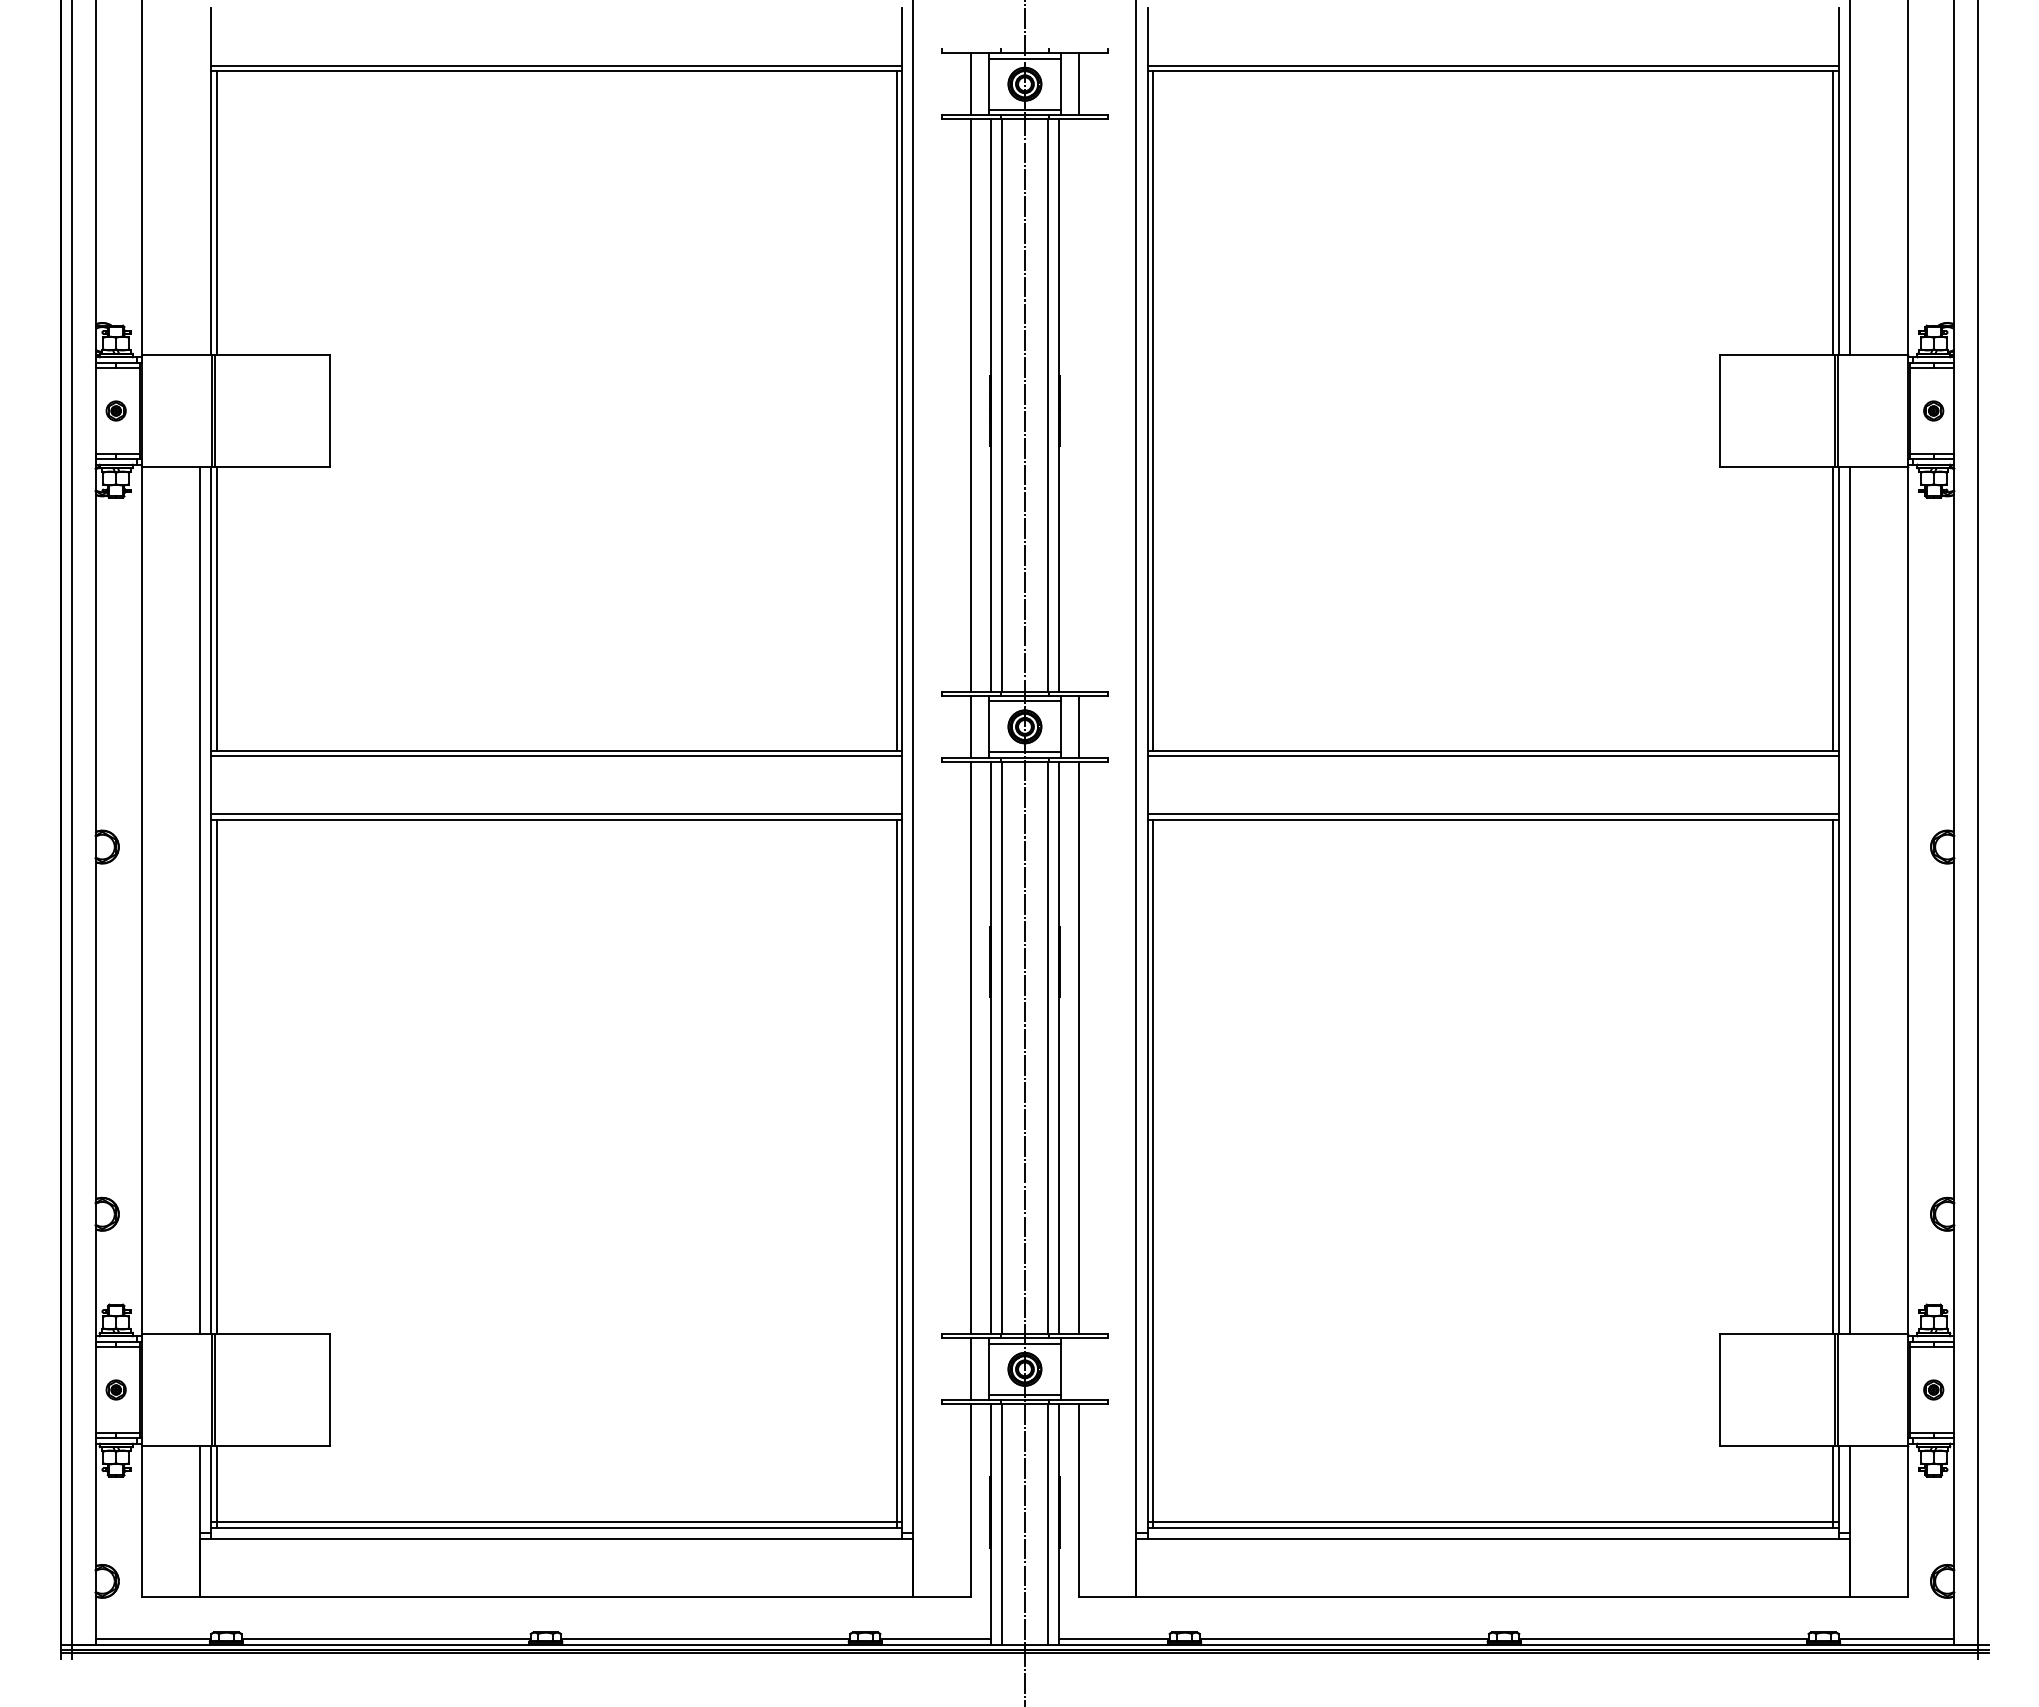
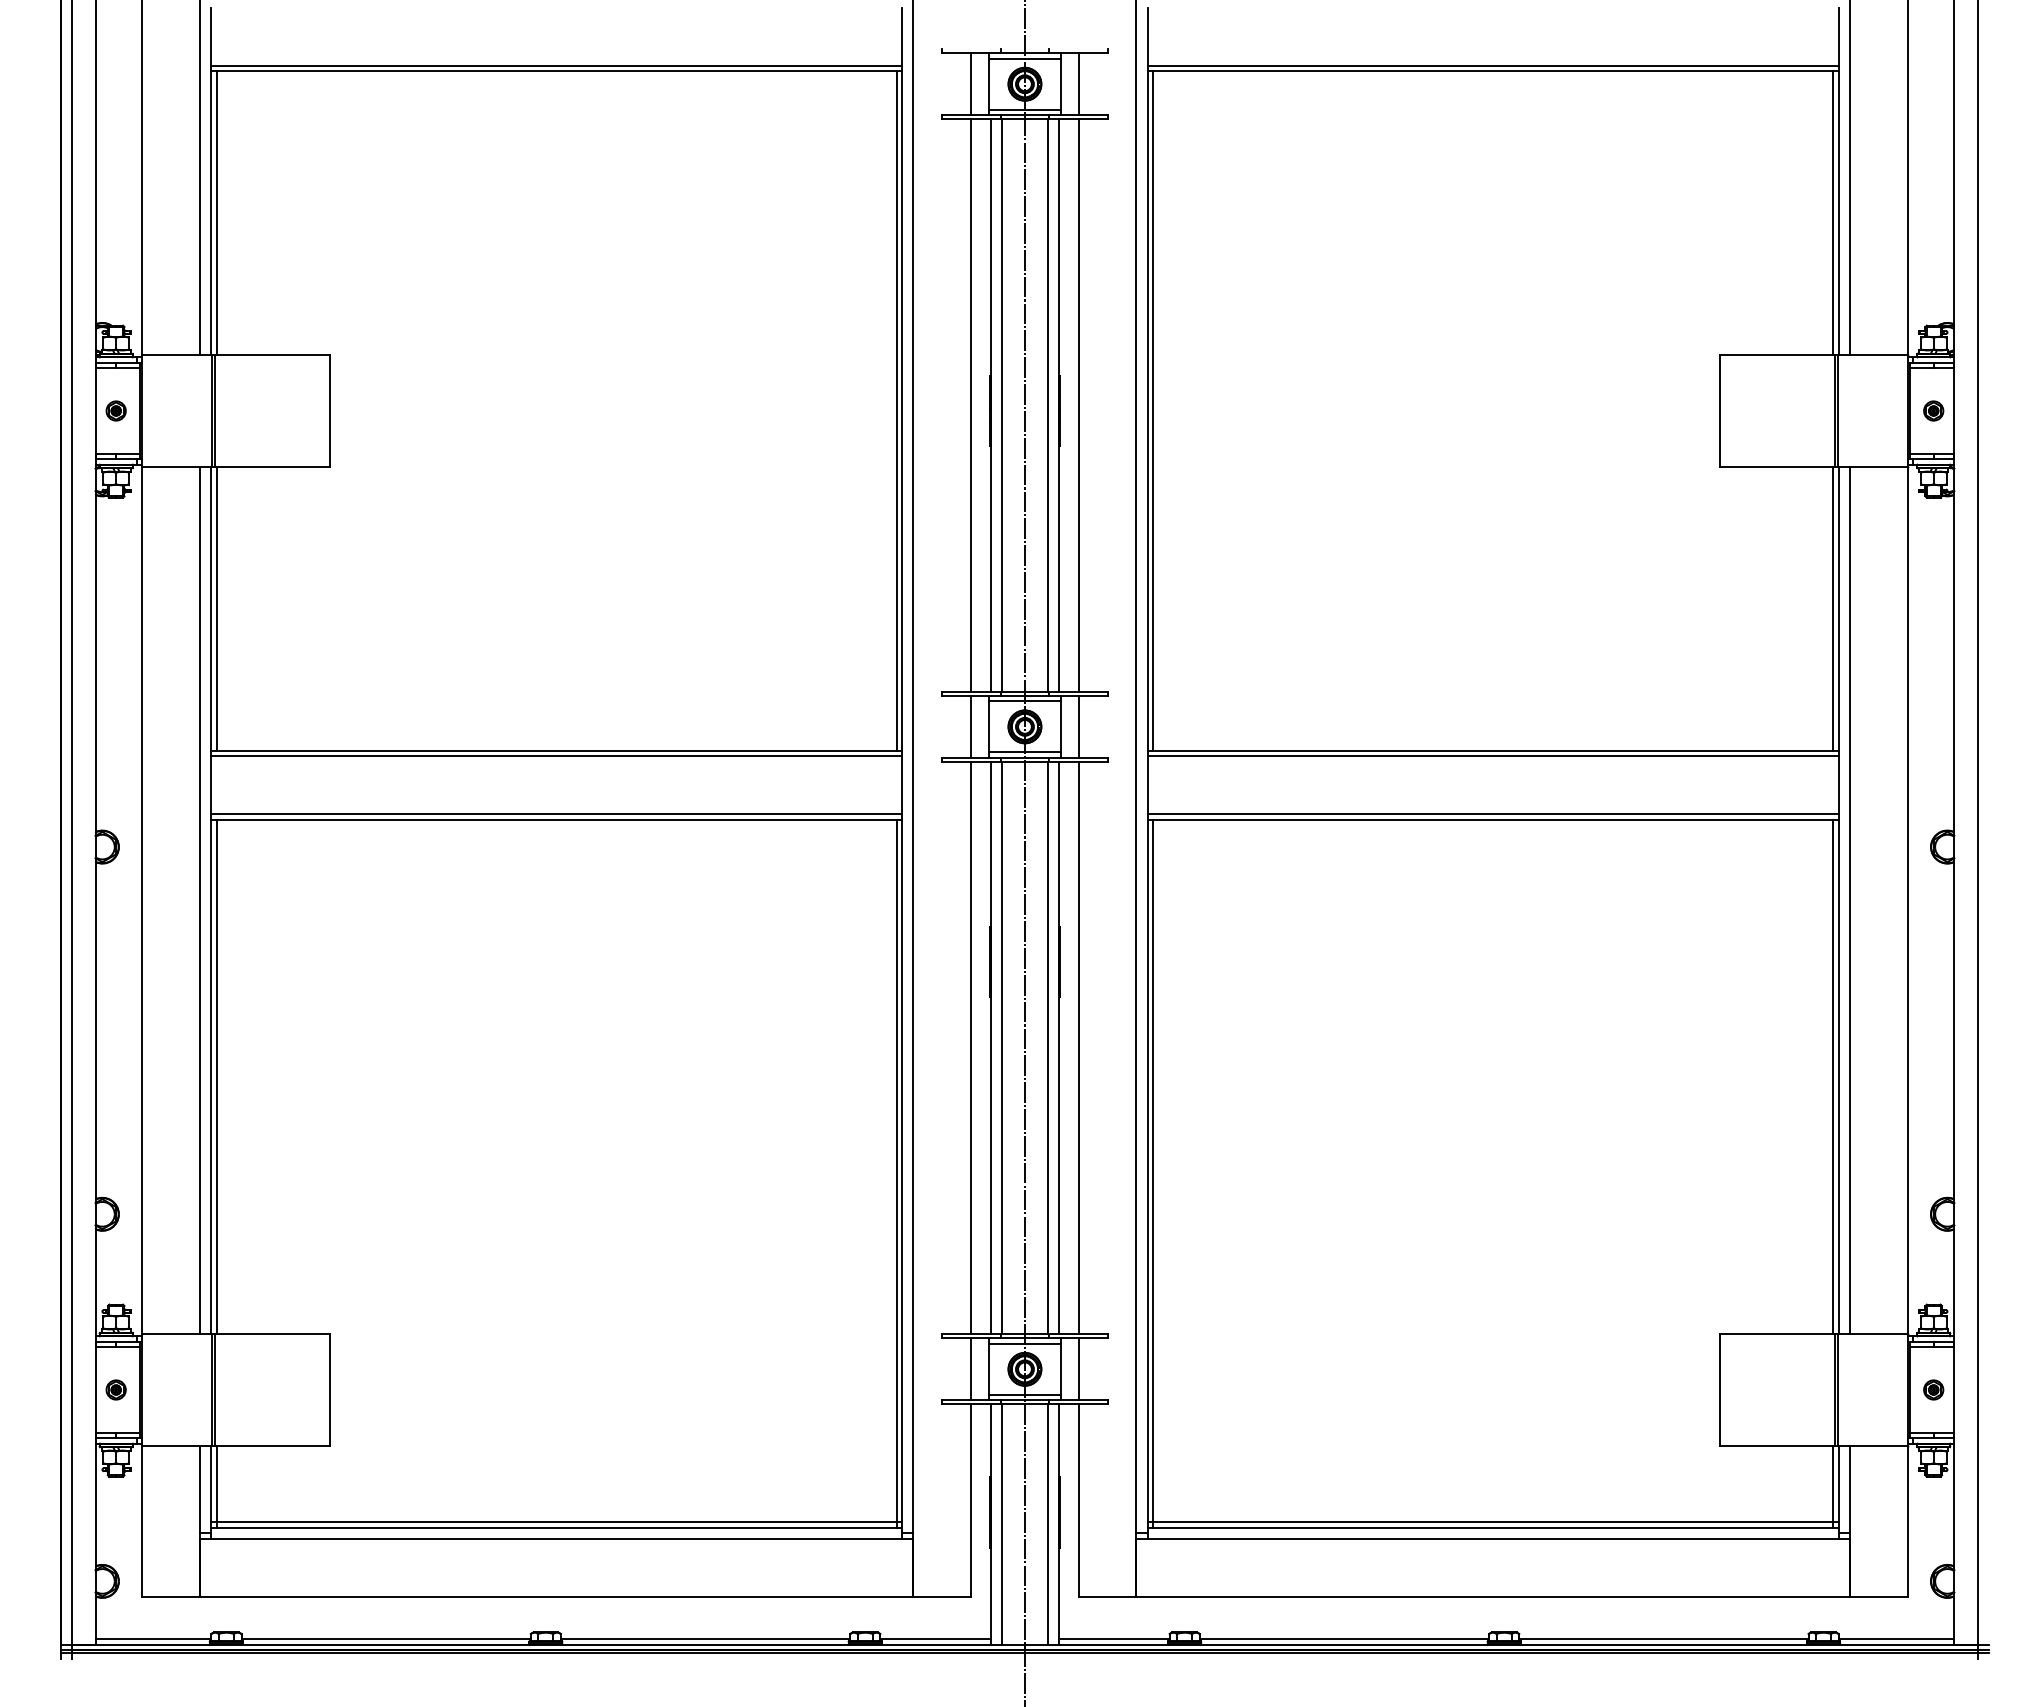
line at (200, 178): none -> present
line at (1078, 405): none -> present
line at (1078, 1369): none -> present
